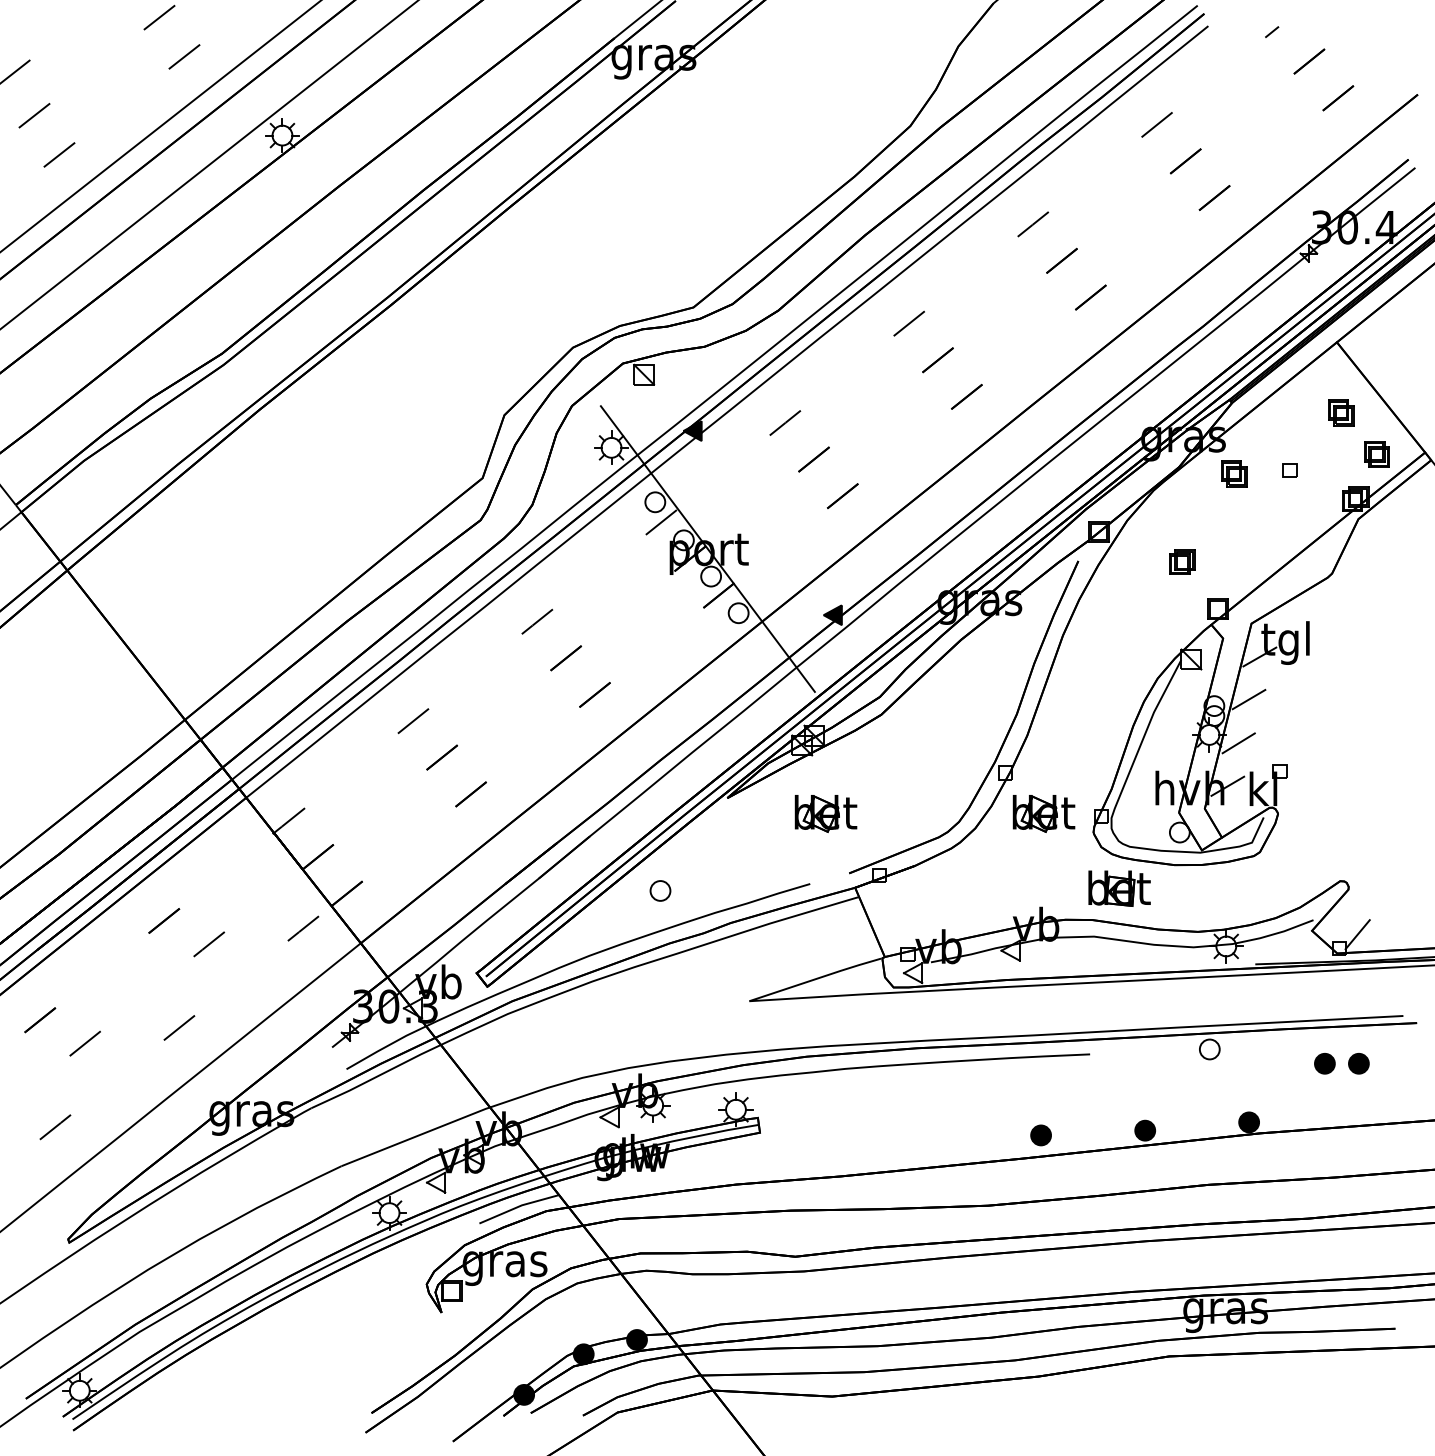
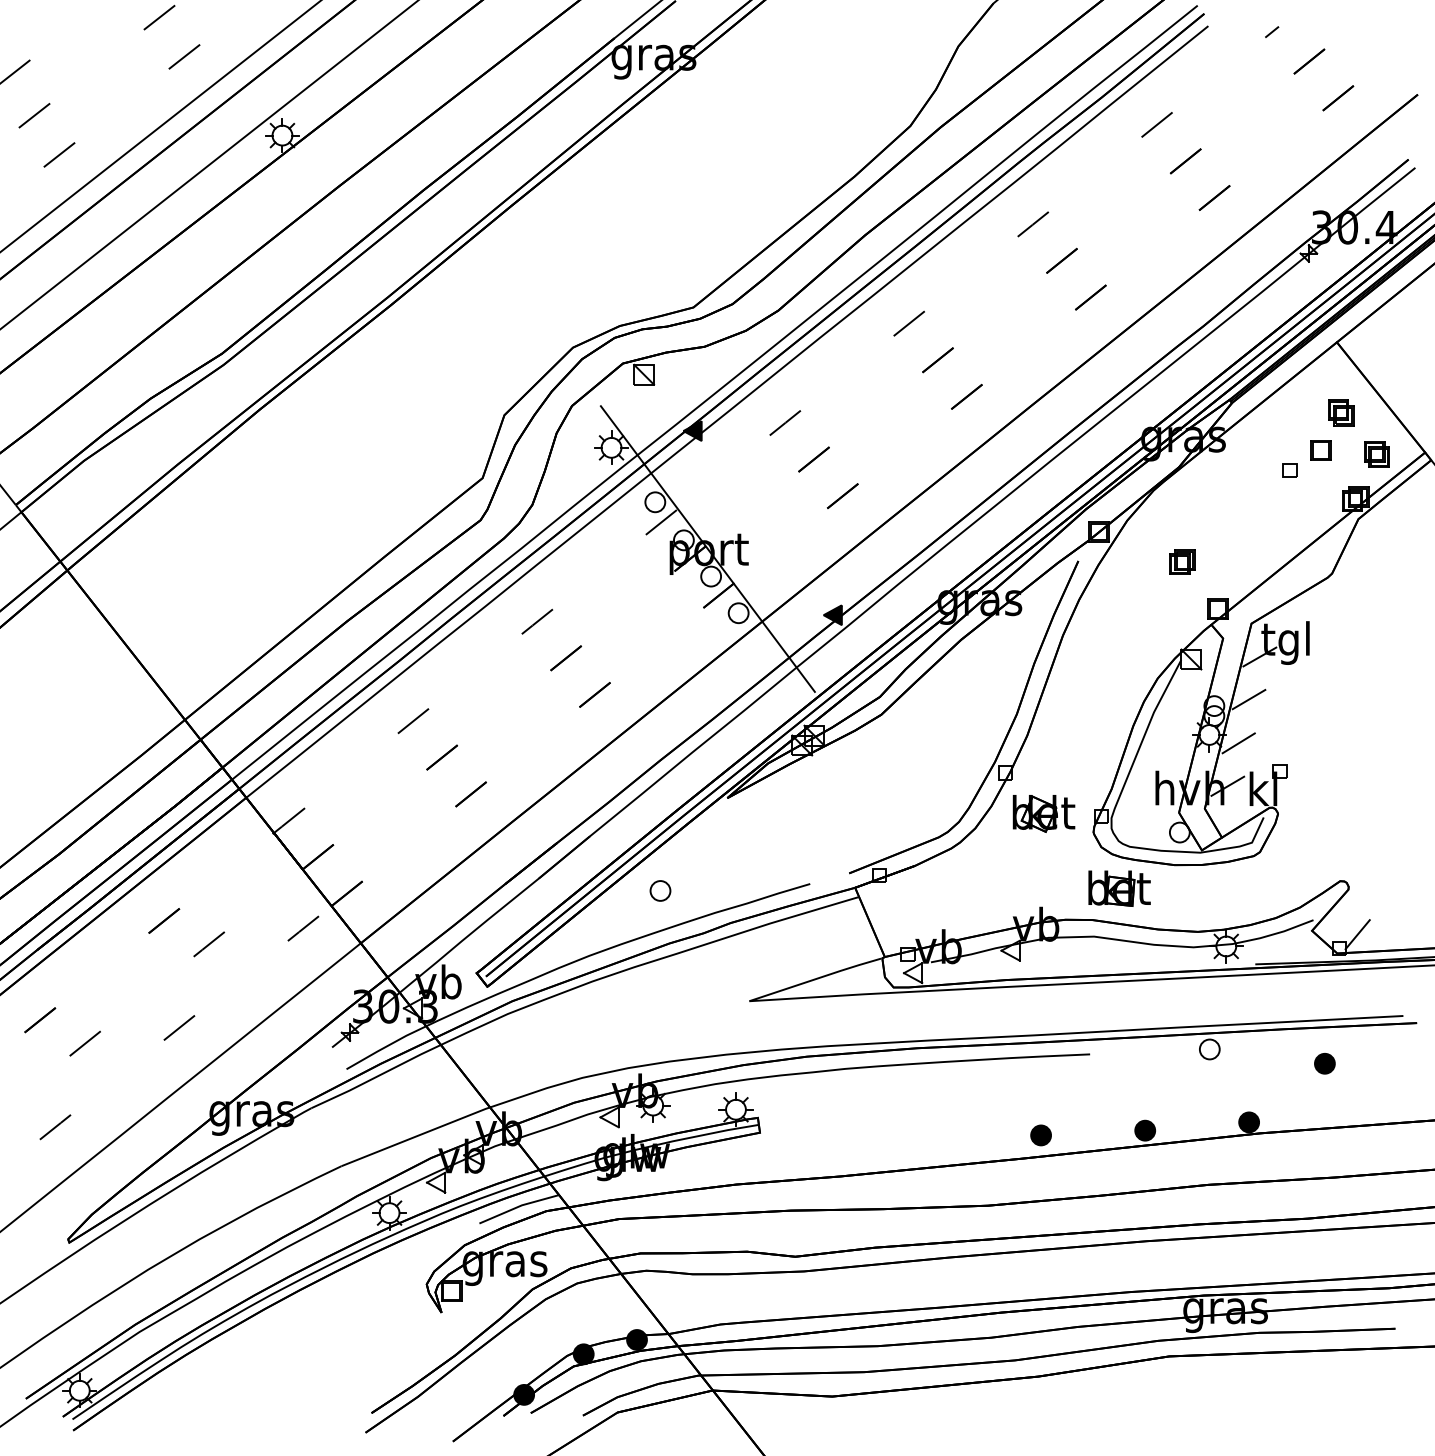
part at (1320, 450): none -> present
part at (1234, 473): present -> none
part at (825, 813): present -> none
part at (1358, 1063): present -> none
